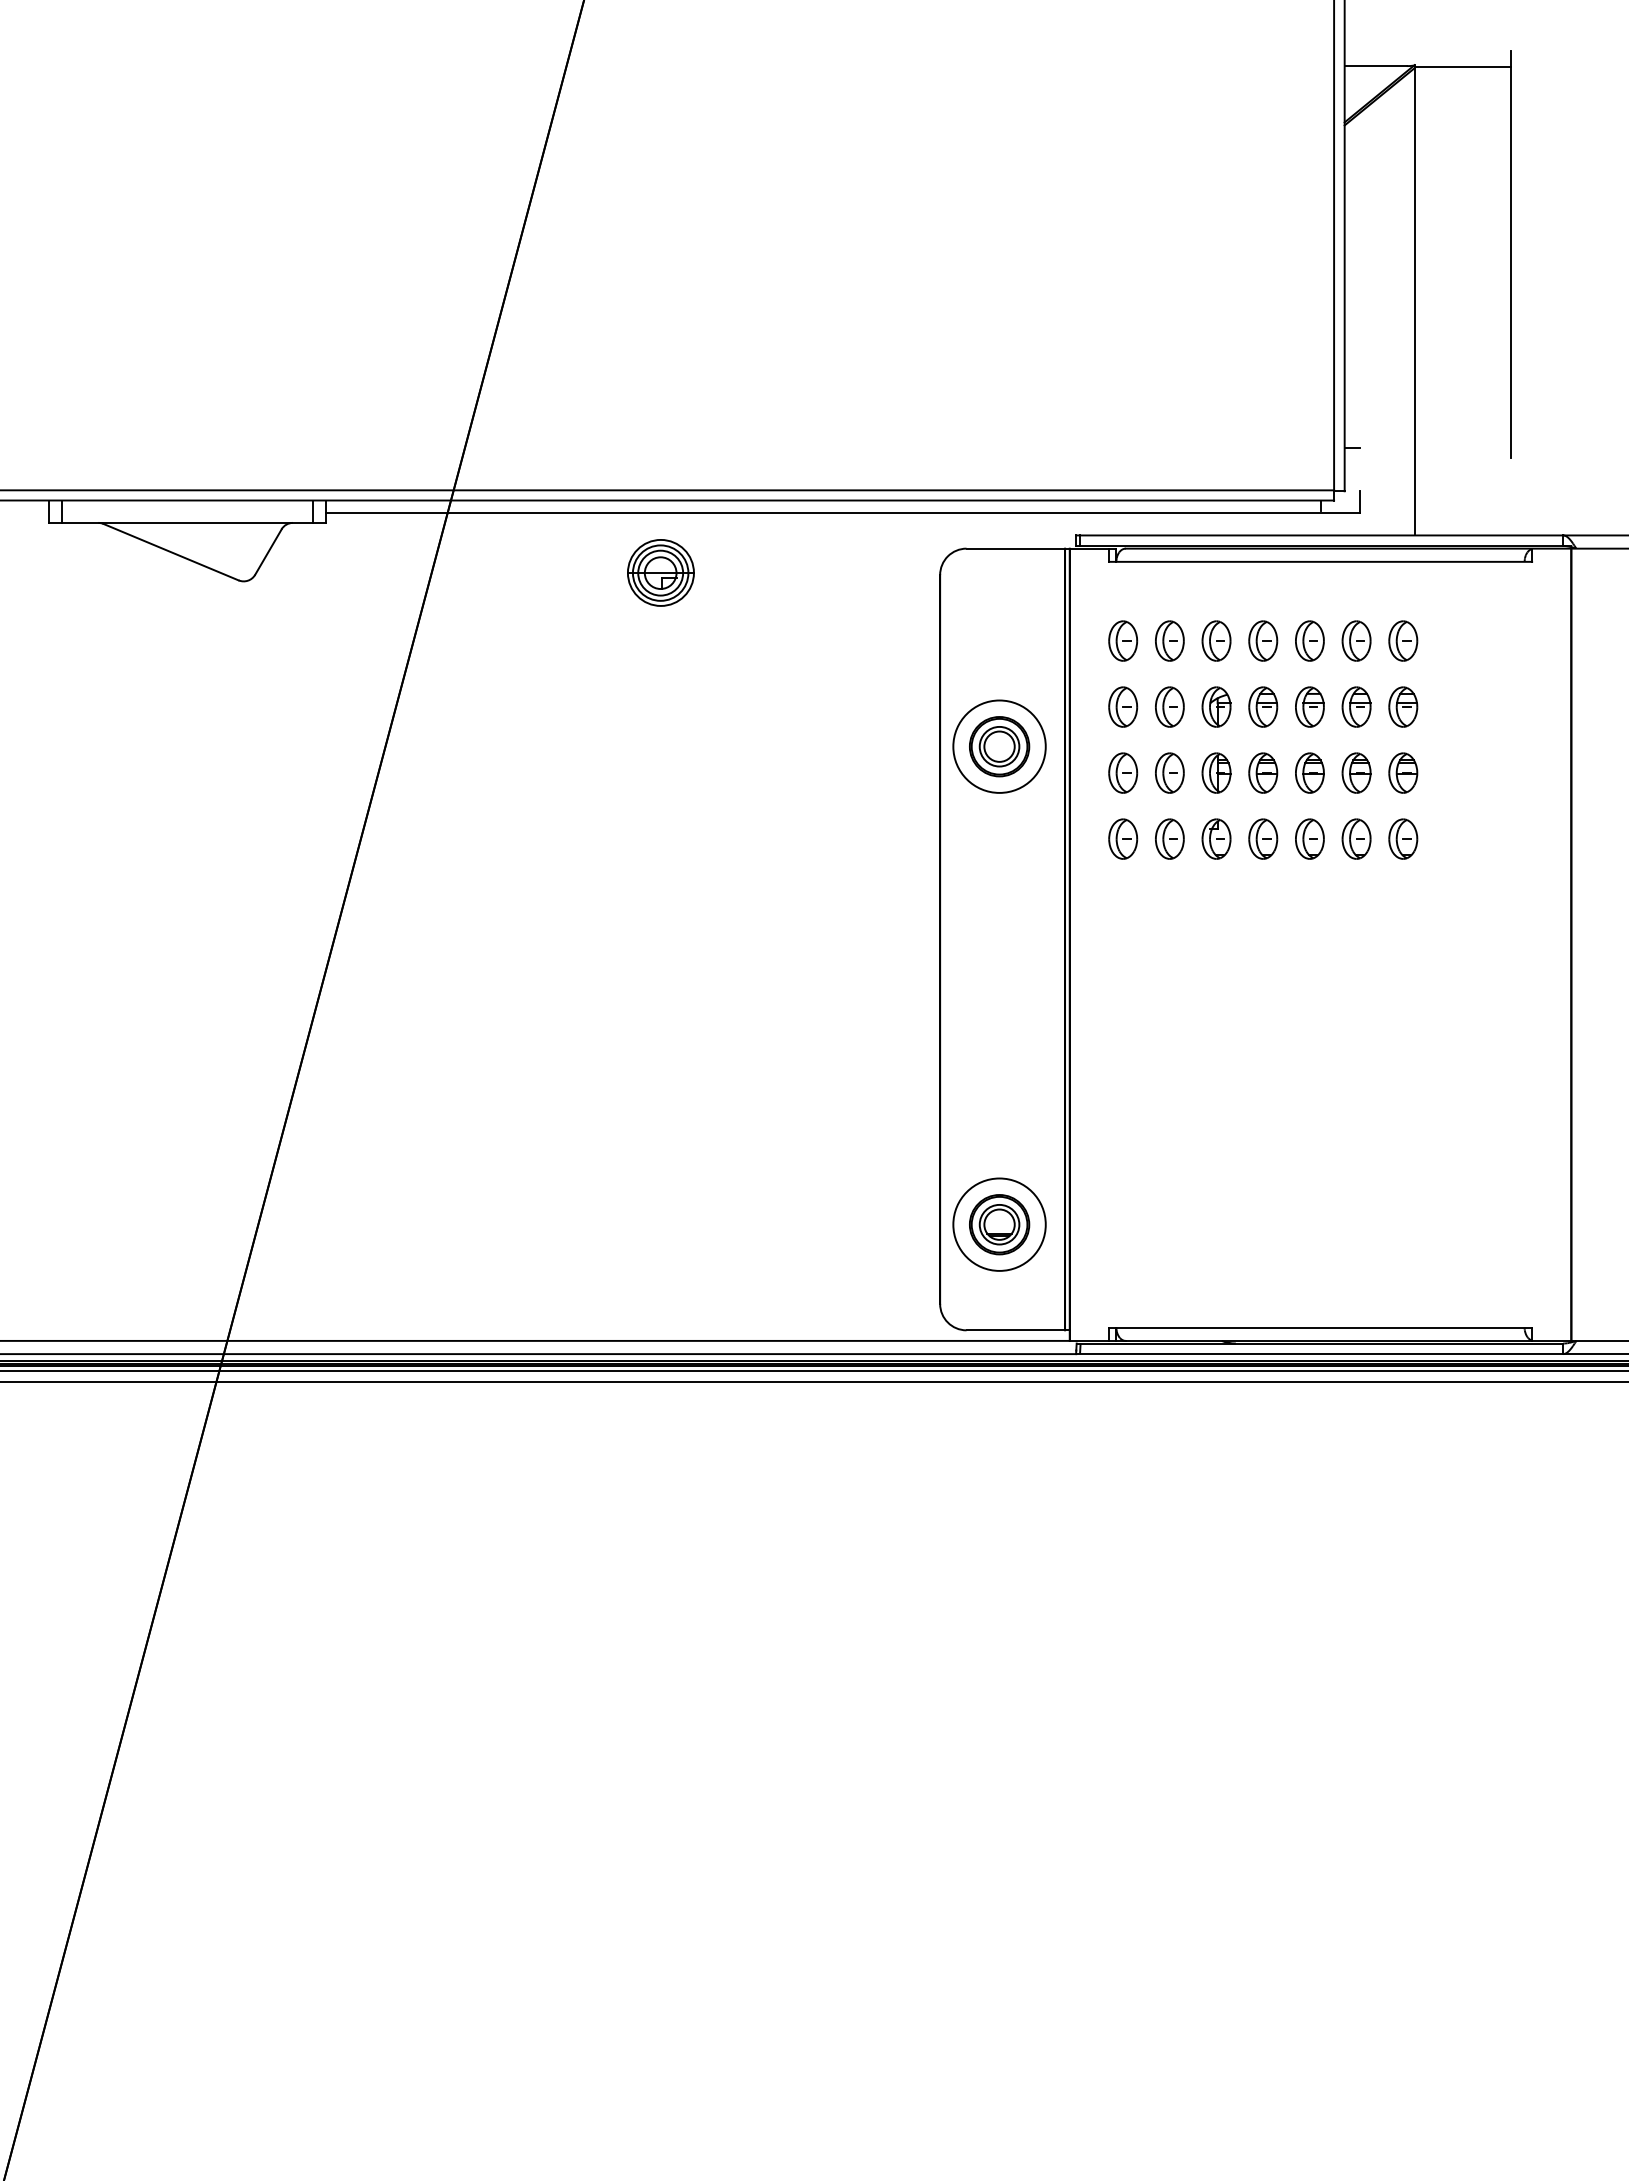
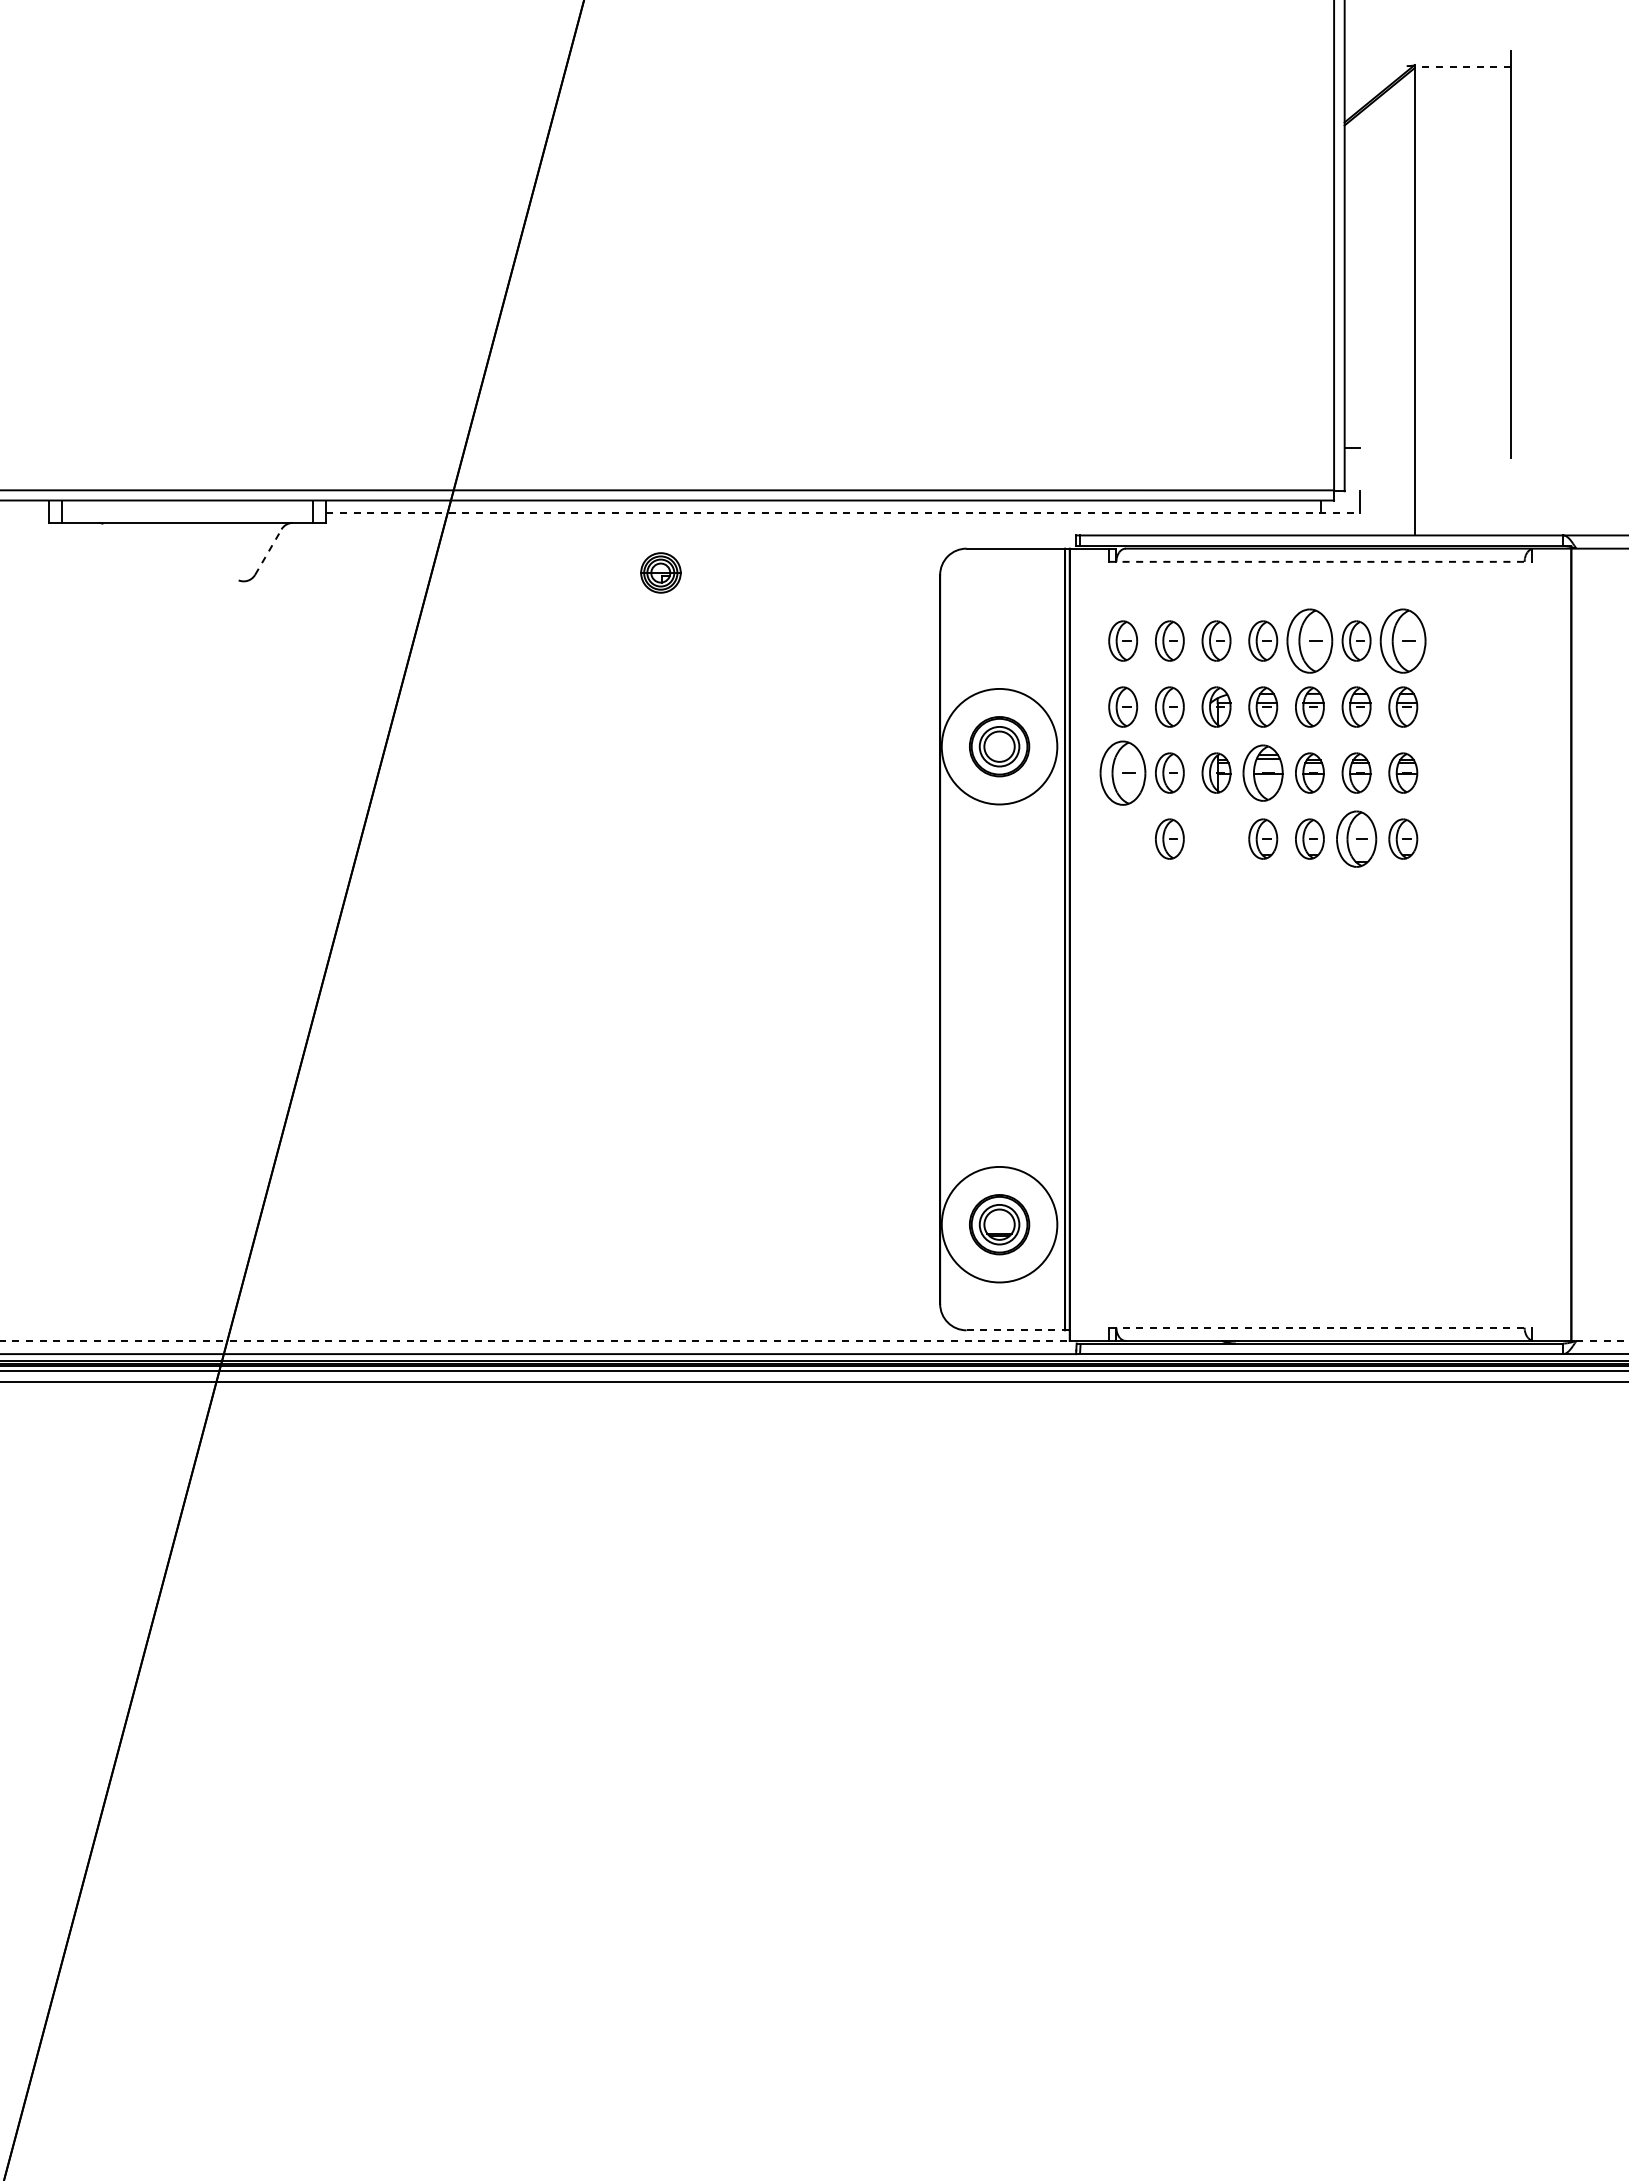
line at (1375, 66): present -> none
line at (1462, 66): solid -> dashed
line at (843, 513): solid -> dashed
line at (170, 551): present -> none
line at (268, 551): solid -> dashed
line at (1320, 561): solid -> dashed
part at (660, 572) size: 68x68 px -> 42x42 px
part at (1309, 640) size: 30x42 px -> 48x66 px
part at (1403, 640) size: 31x42 px -> 48x66 px
circle at (999, 746) diameter: 92 px -> 116 px
part at (1123, 772) size: 31x42 px -> 48x66 px
part at (1263, 772) size: 31x42 px -> 42x58 px
part at (1123, 838): present -> none
part at (1216, 838): present -> none
part at (1356, 838) size: 31x42 px -> 42x58 px
circle at (999, 1224) diameter: 92 px -> 116 px
line at (1320, 1327): solid -> dashed
line at (1018, 1330): solid -> dashed
line at (535, 1340): solid -> dashed
line at (1602, 1340): solid -> dashed
